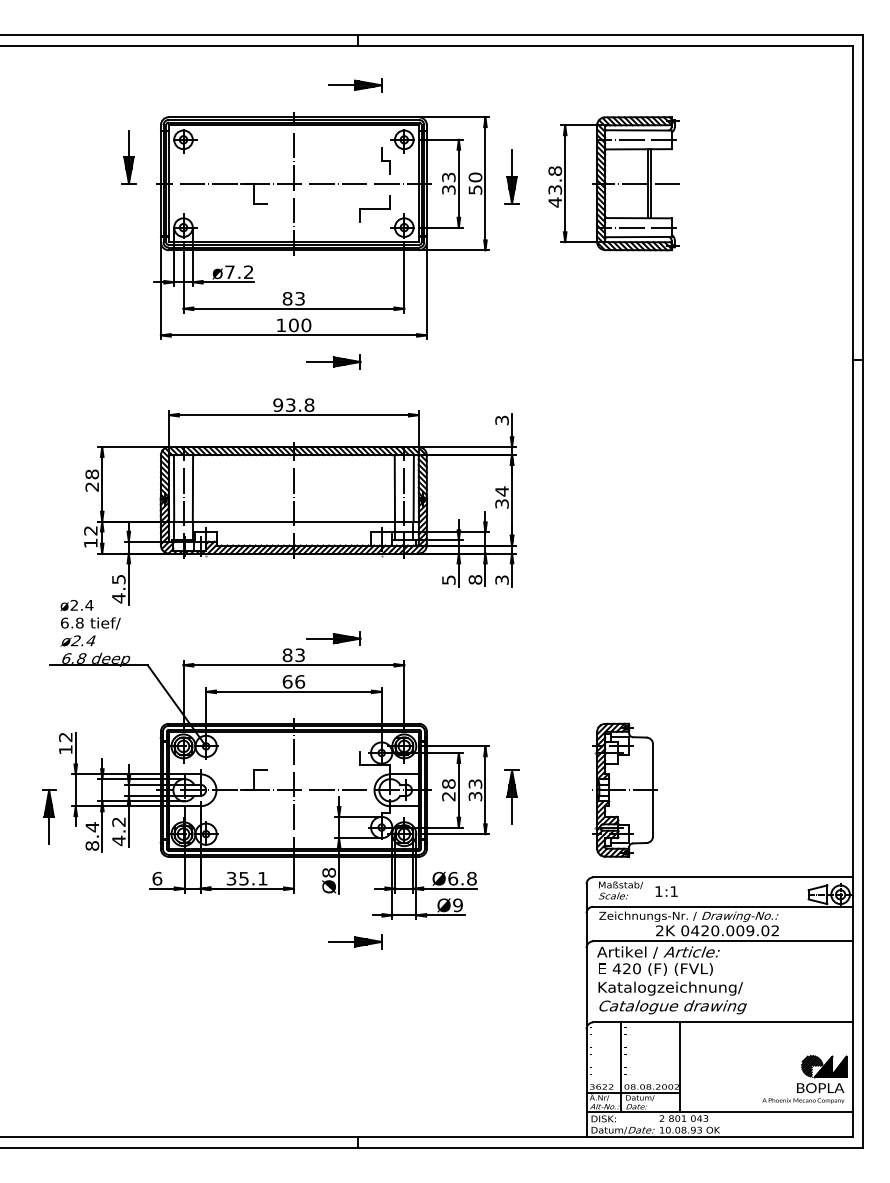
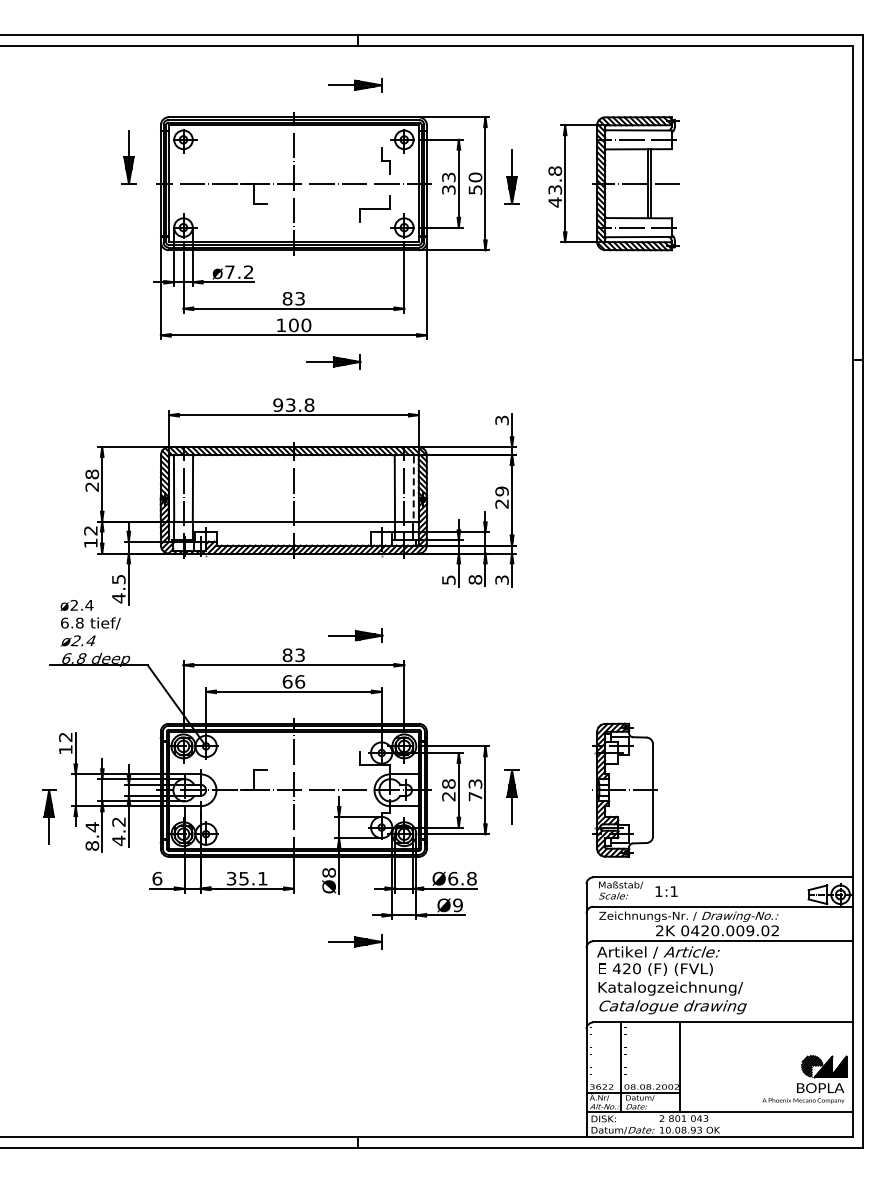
line at (413, 489): solid -> dashed
text at (501, 497): 34 -> 29
part at (333, 638) position: (333, 638) -> (355, 635)
text at (475, 796): 33 -> 73
